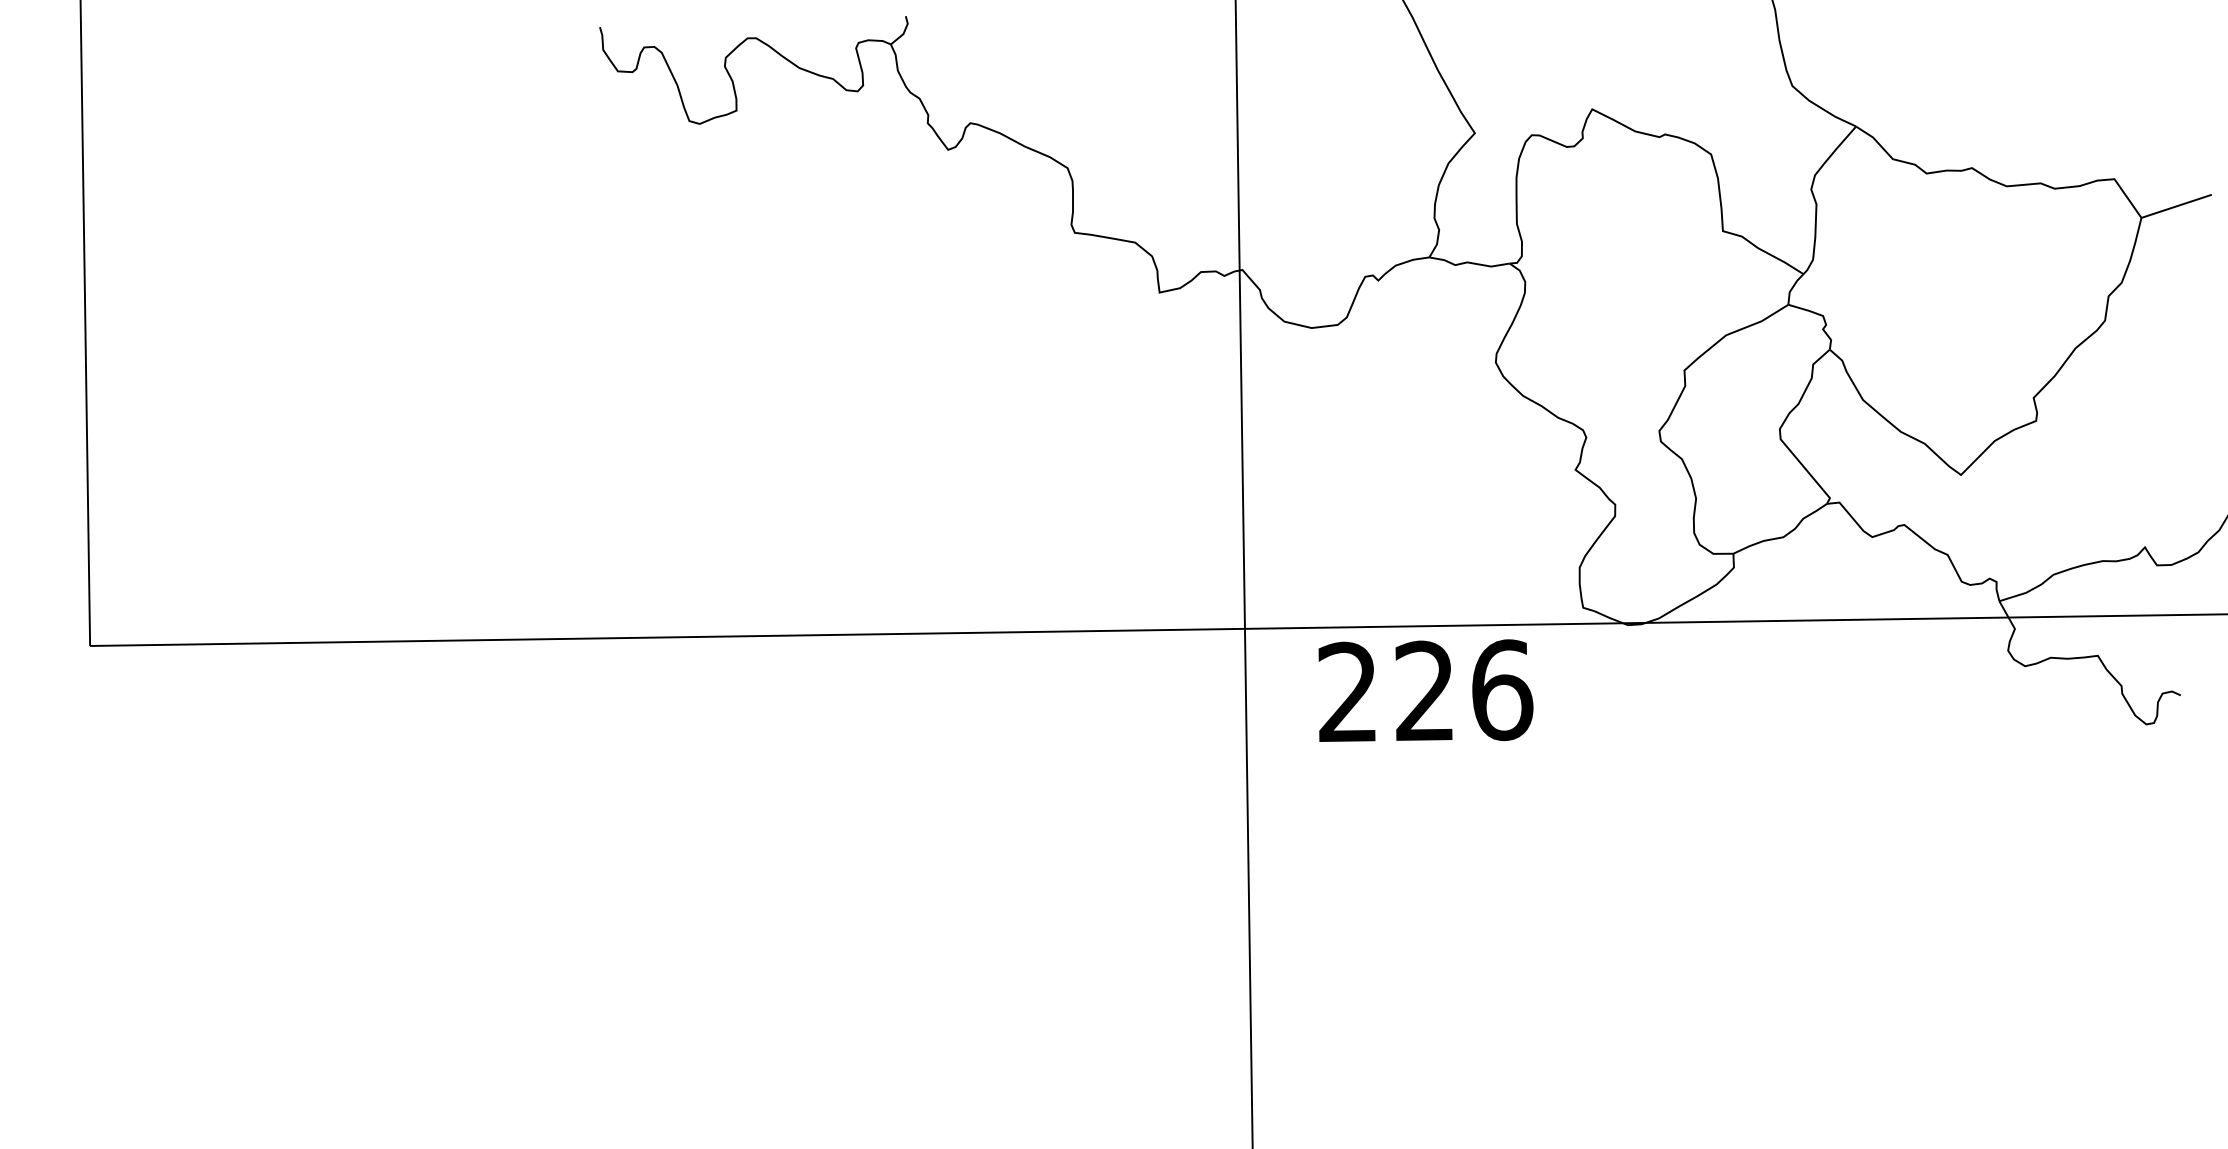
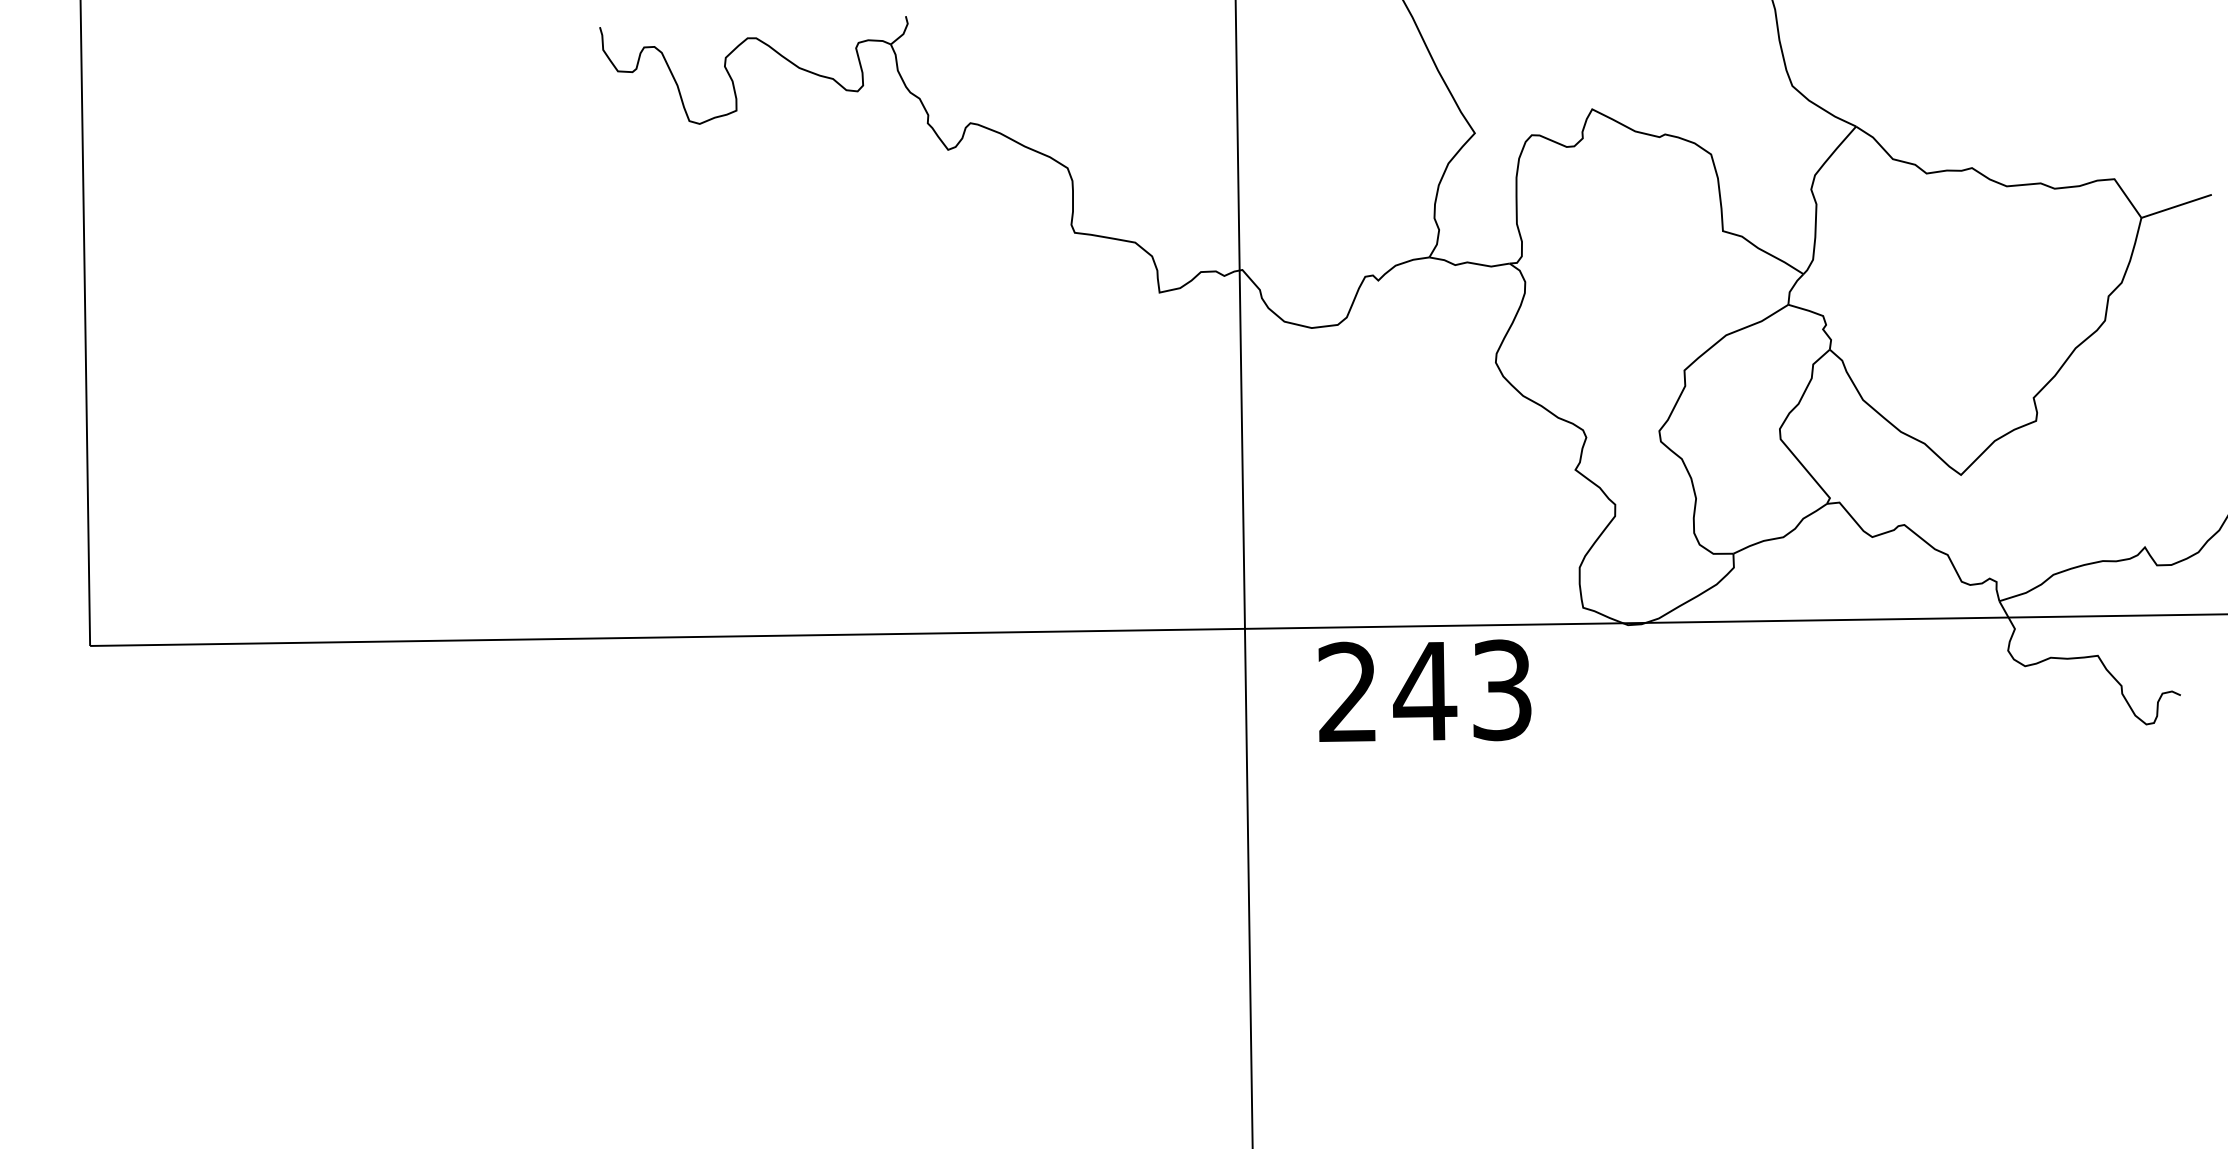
text at (1463, 690): 226 -> 243
